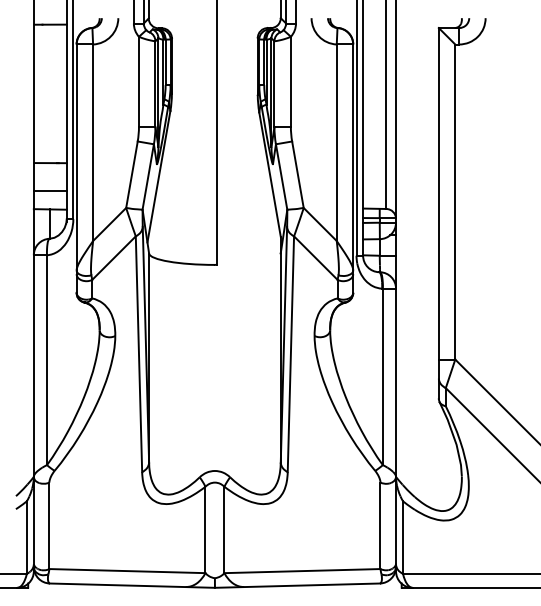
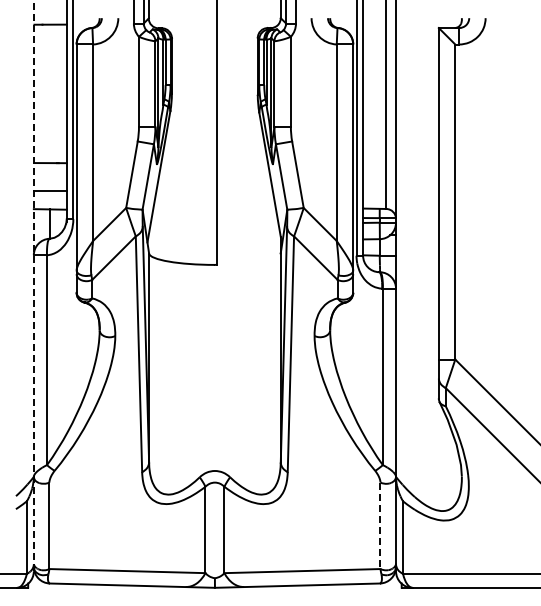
line at (33, 285): solid -> dashed
line at (380, 526): solid -> dashed
